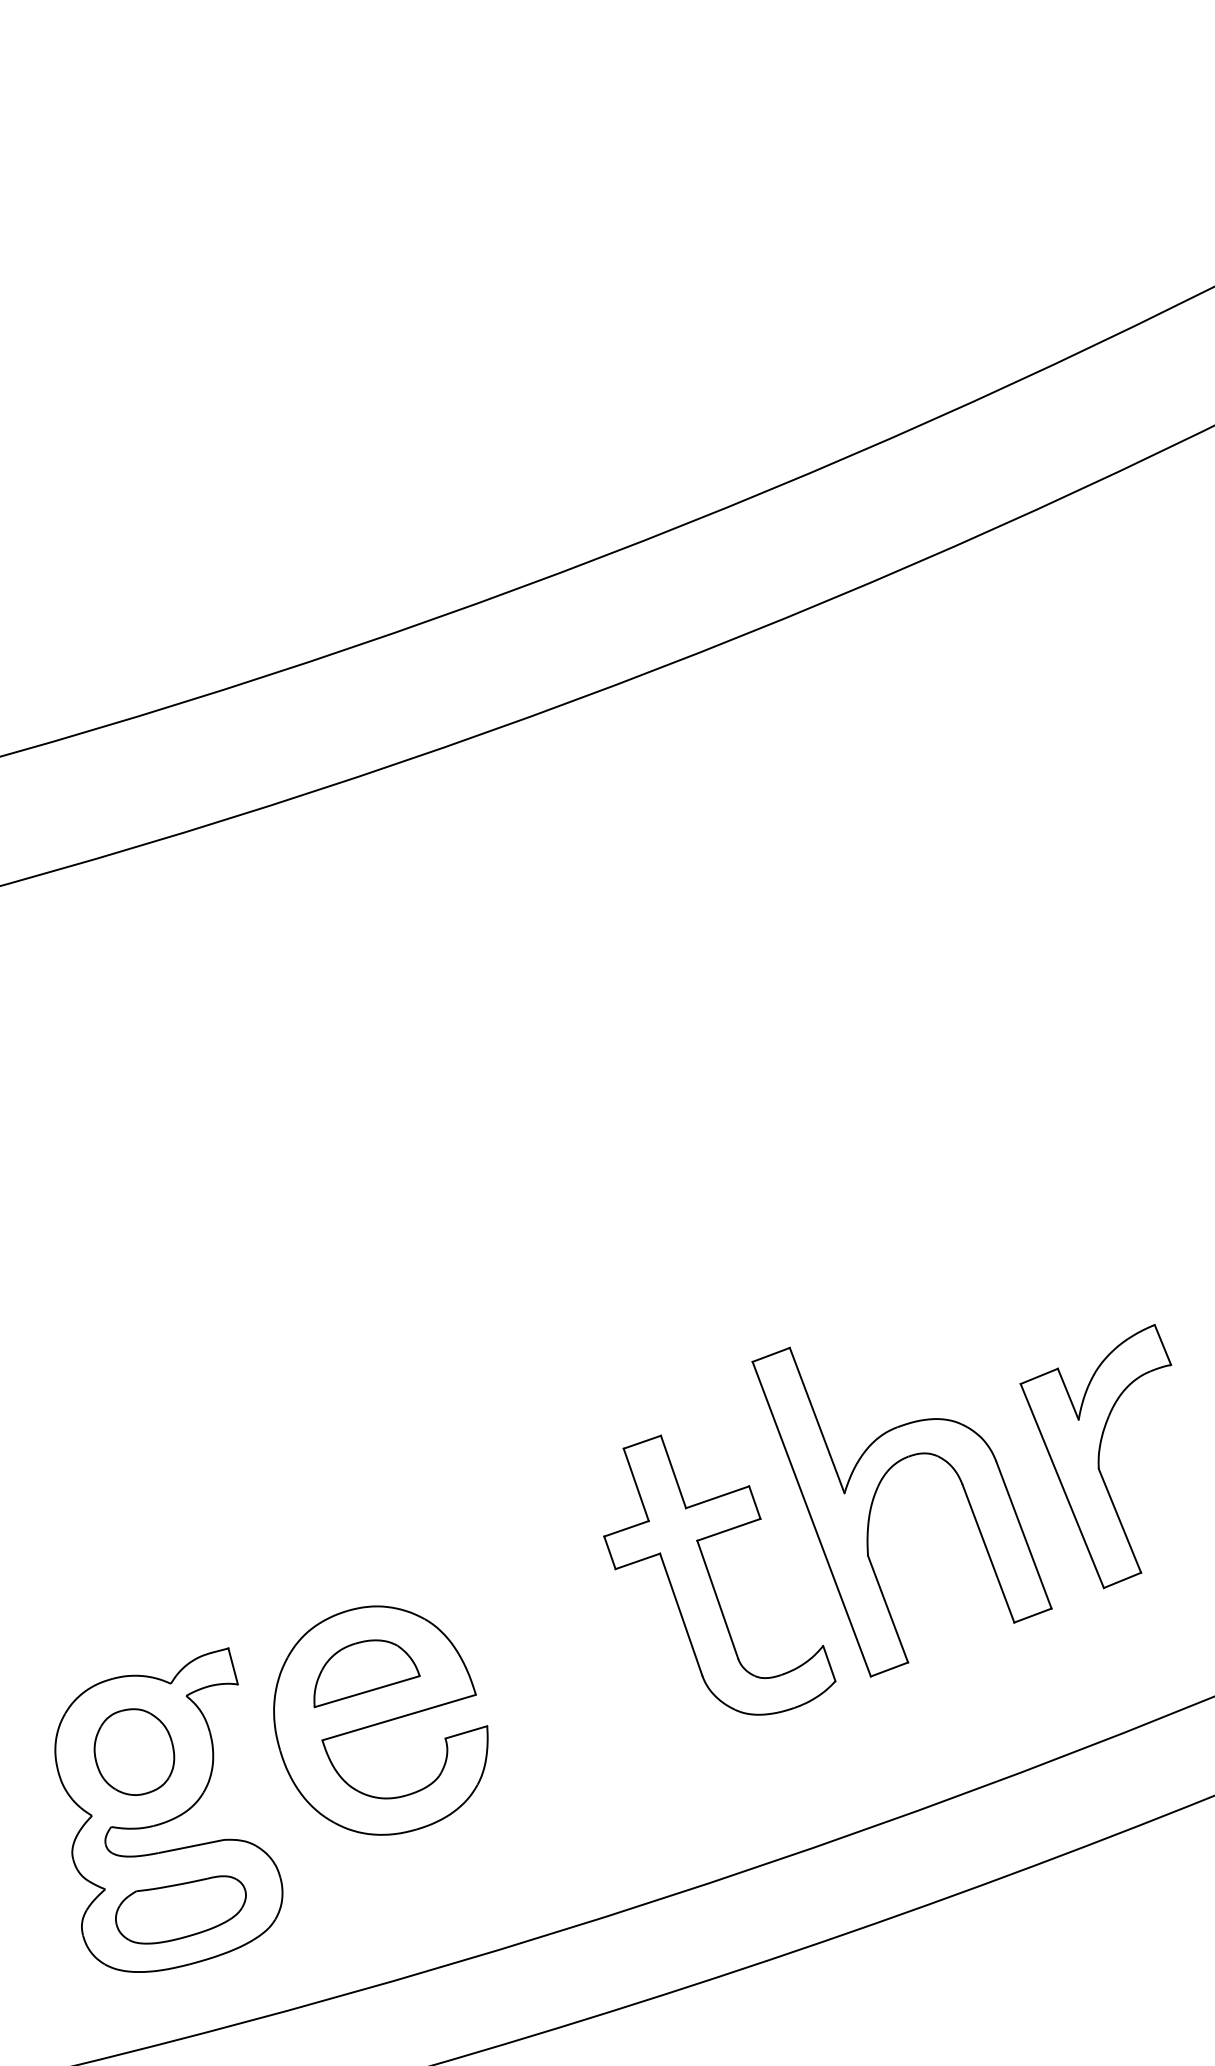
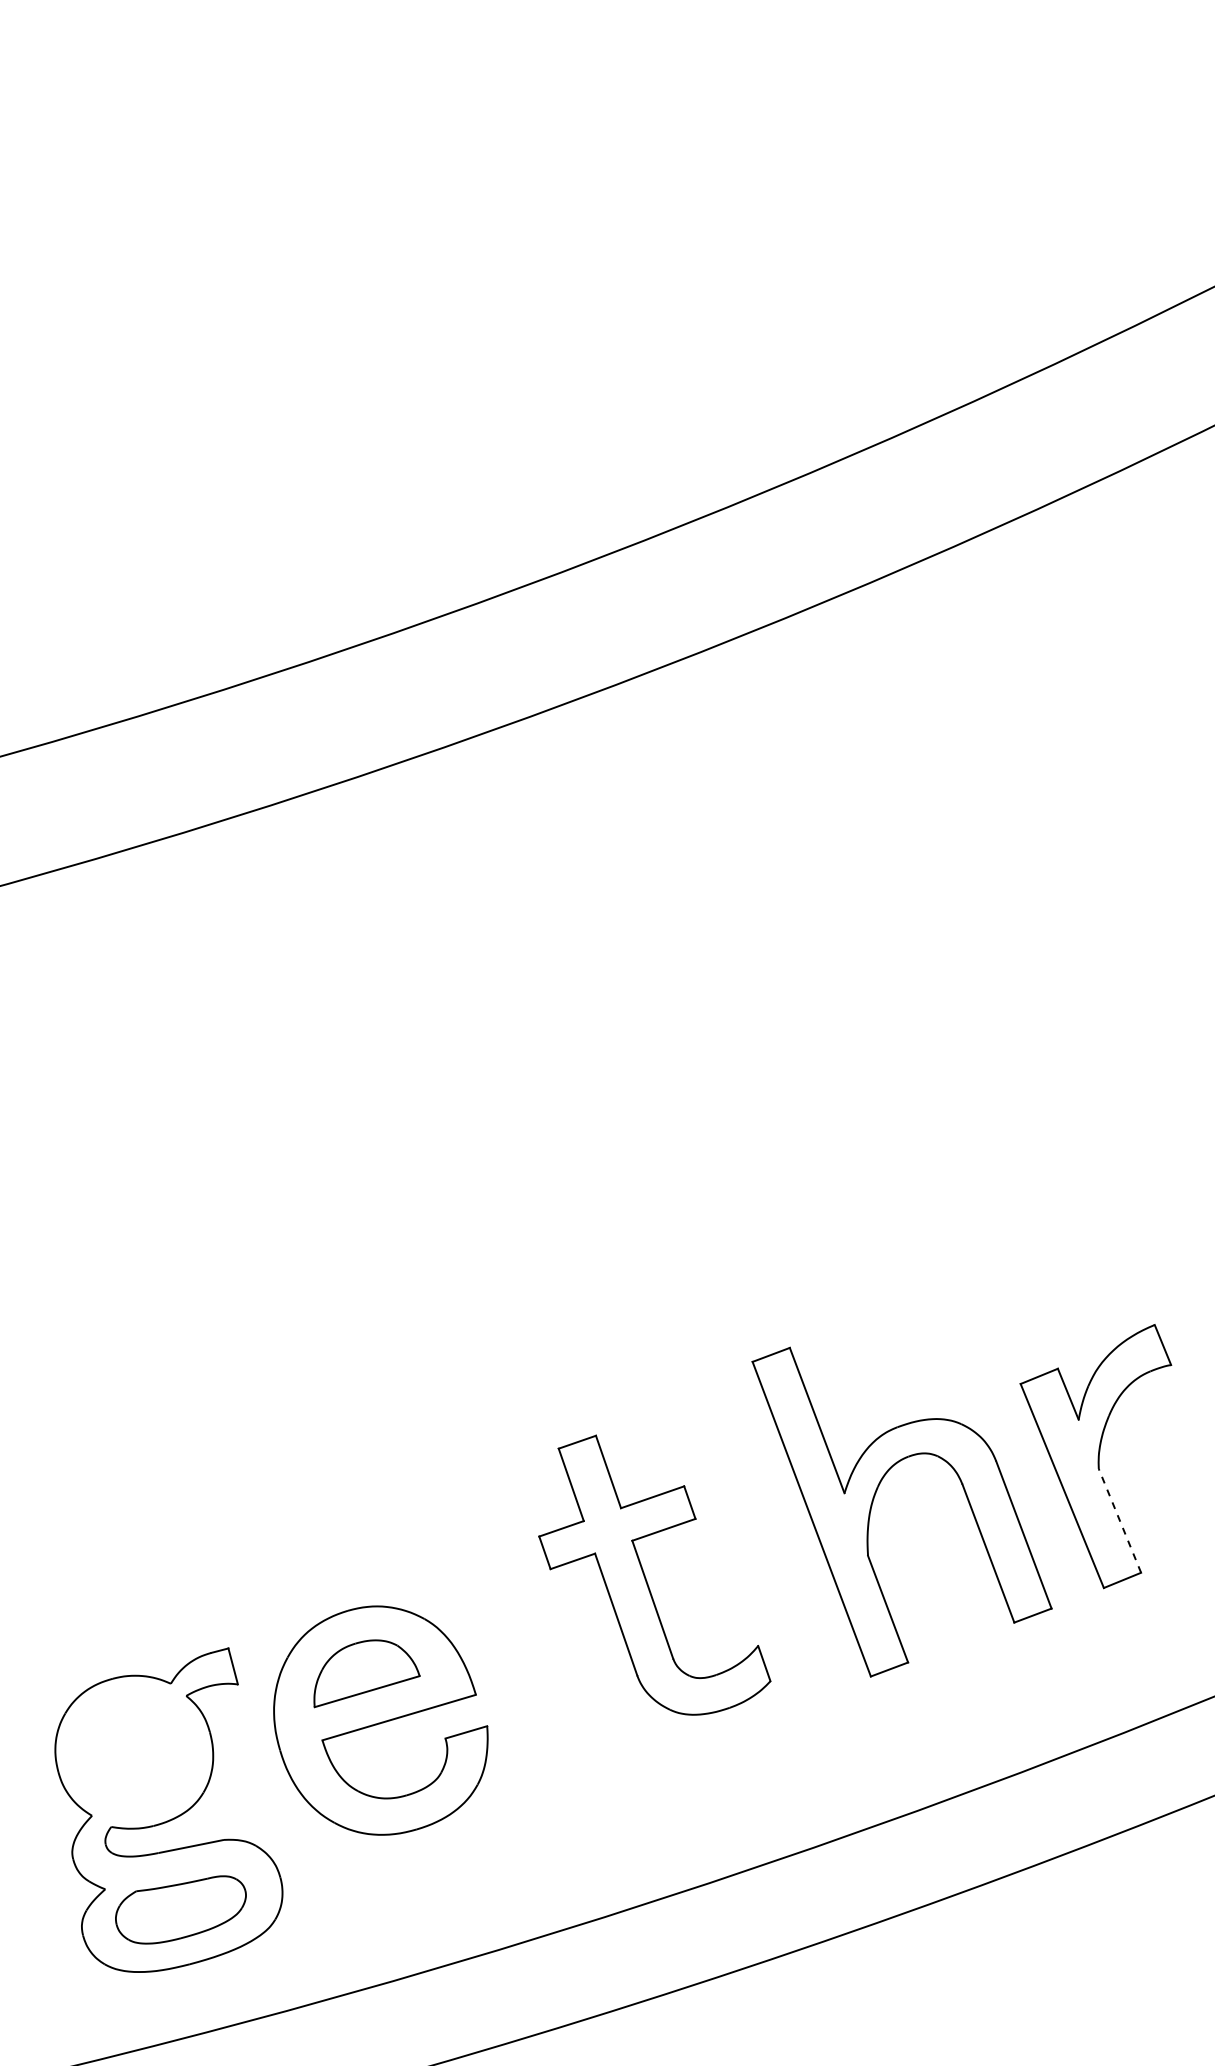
line at (1119, 1520): solid -> dashed
part at (711, 1578) position: (711, 1578) -> (646, 1578)
part at (134, 1751): present -> none
